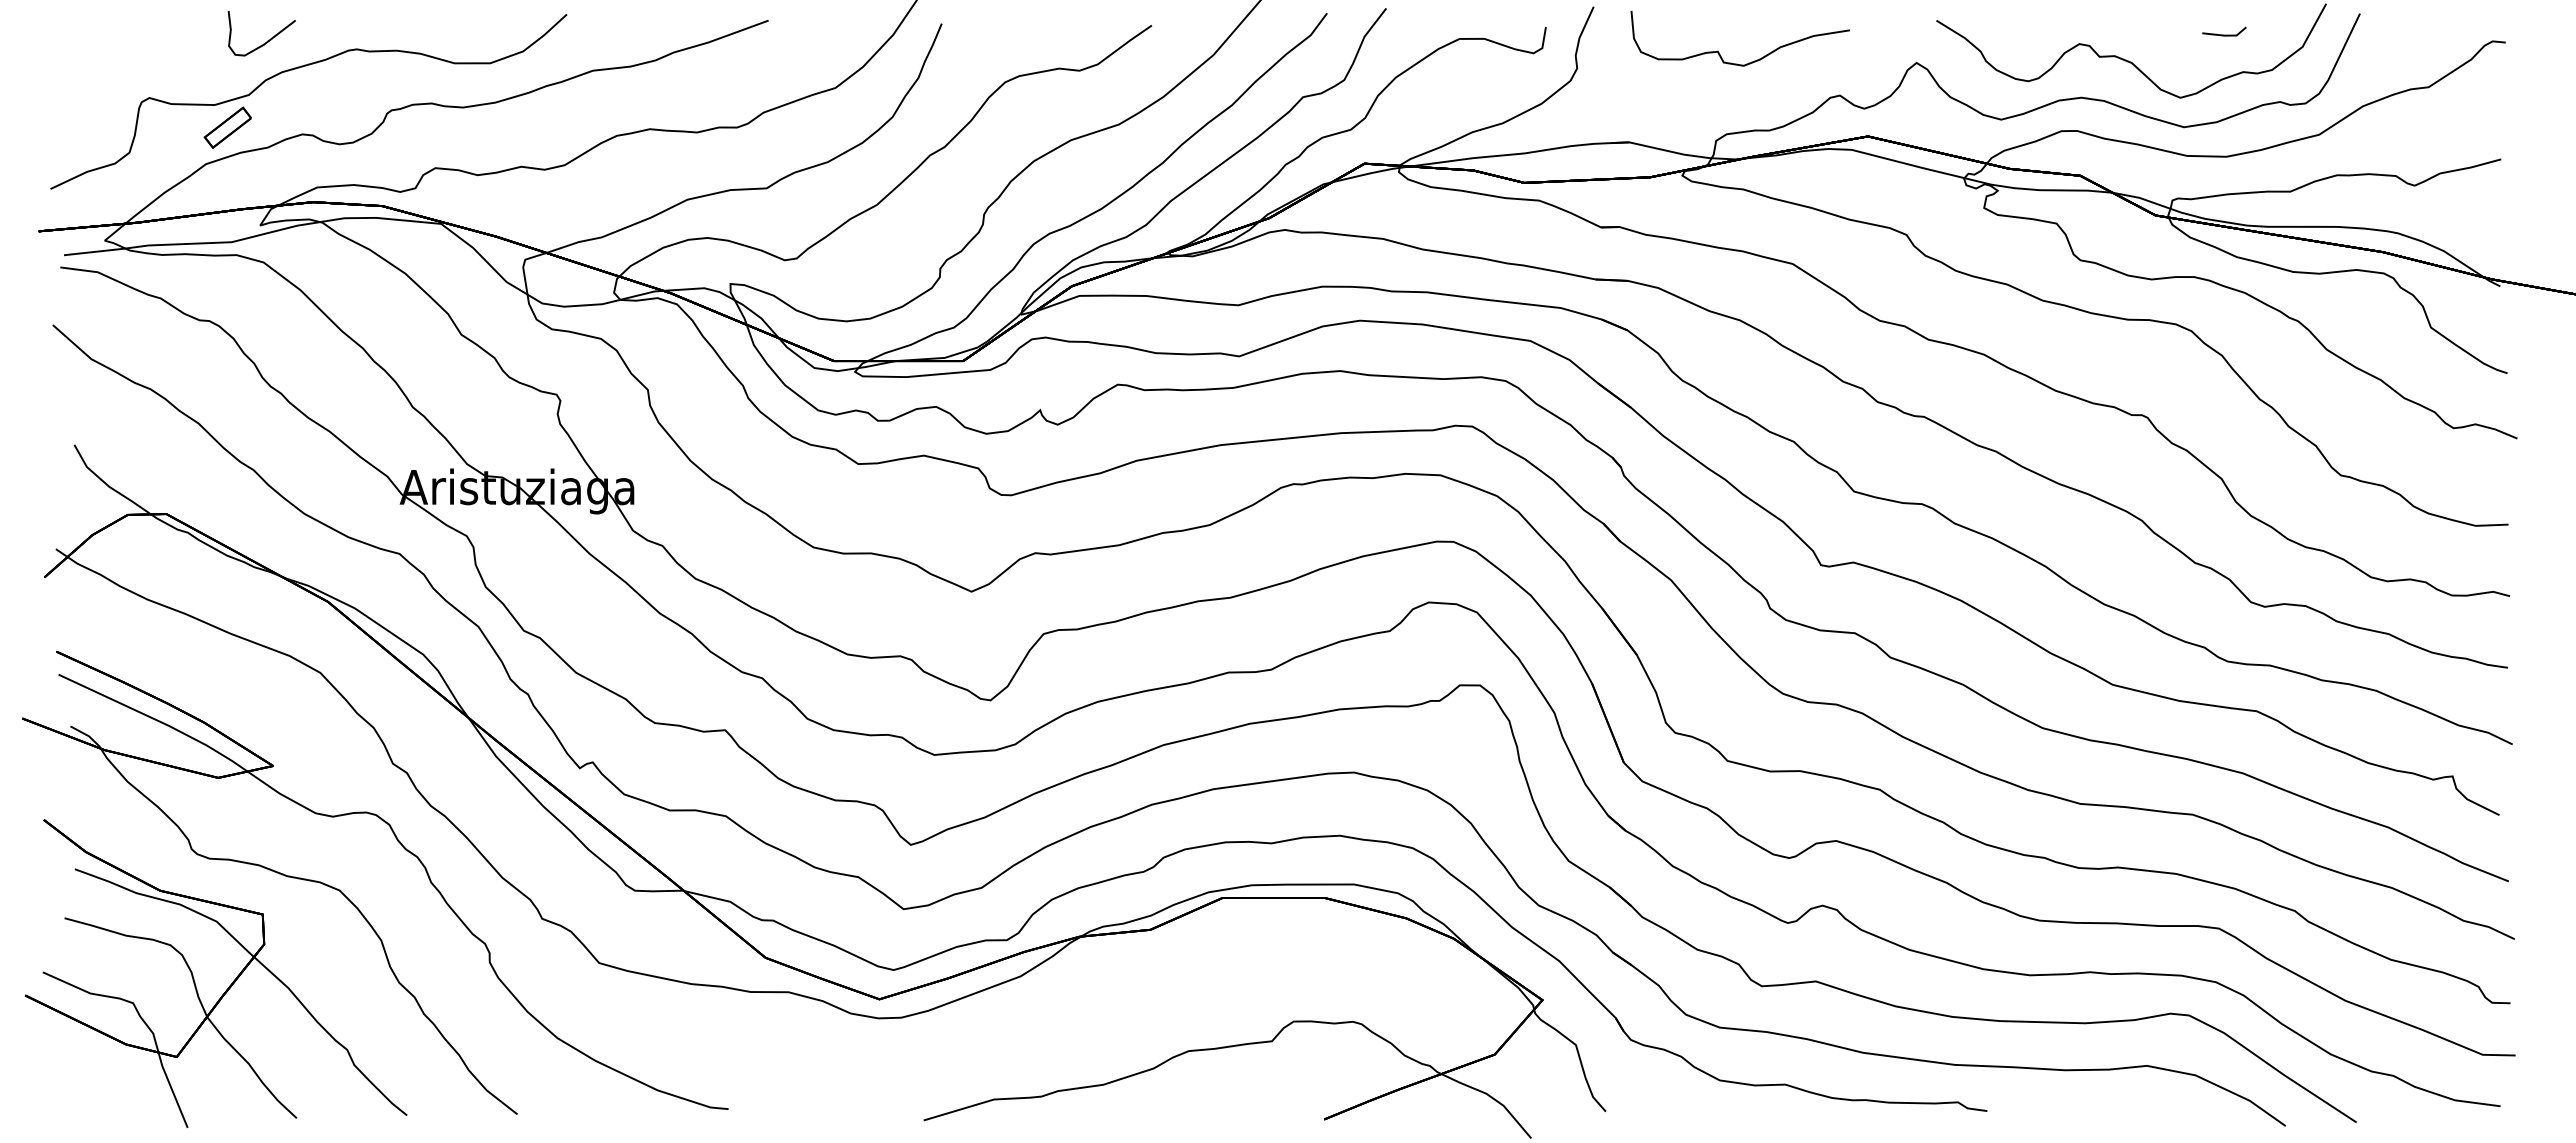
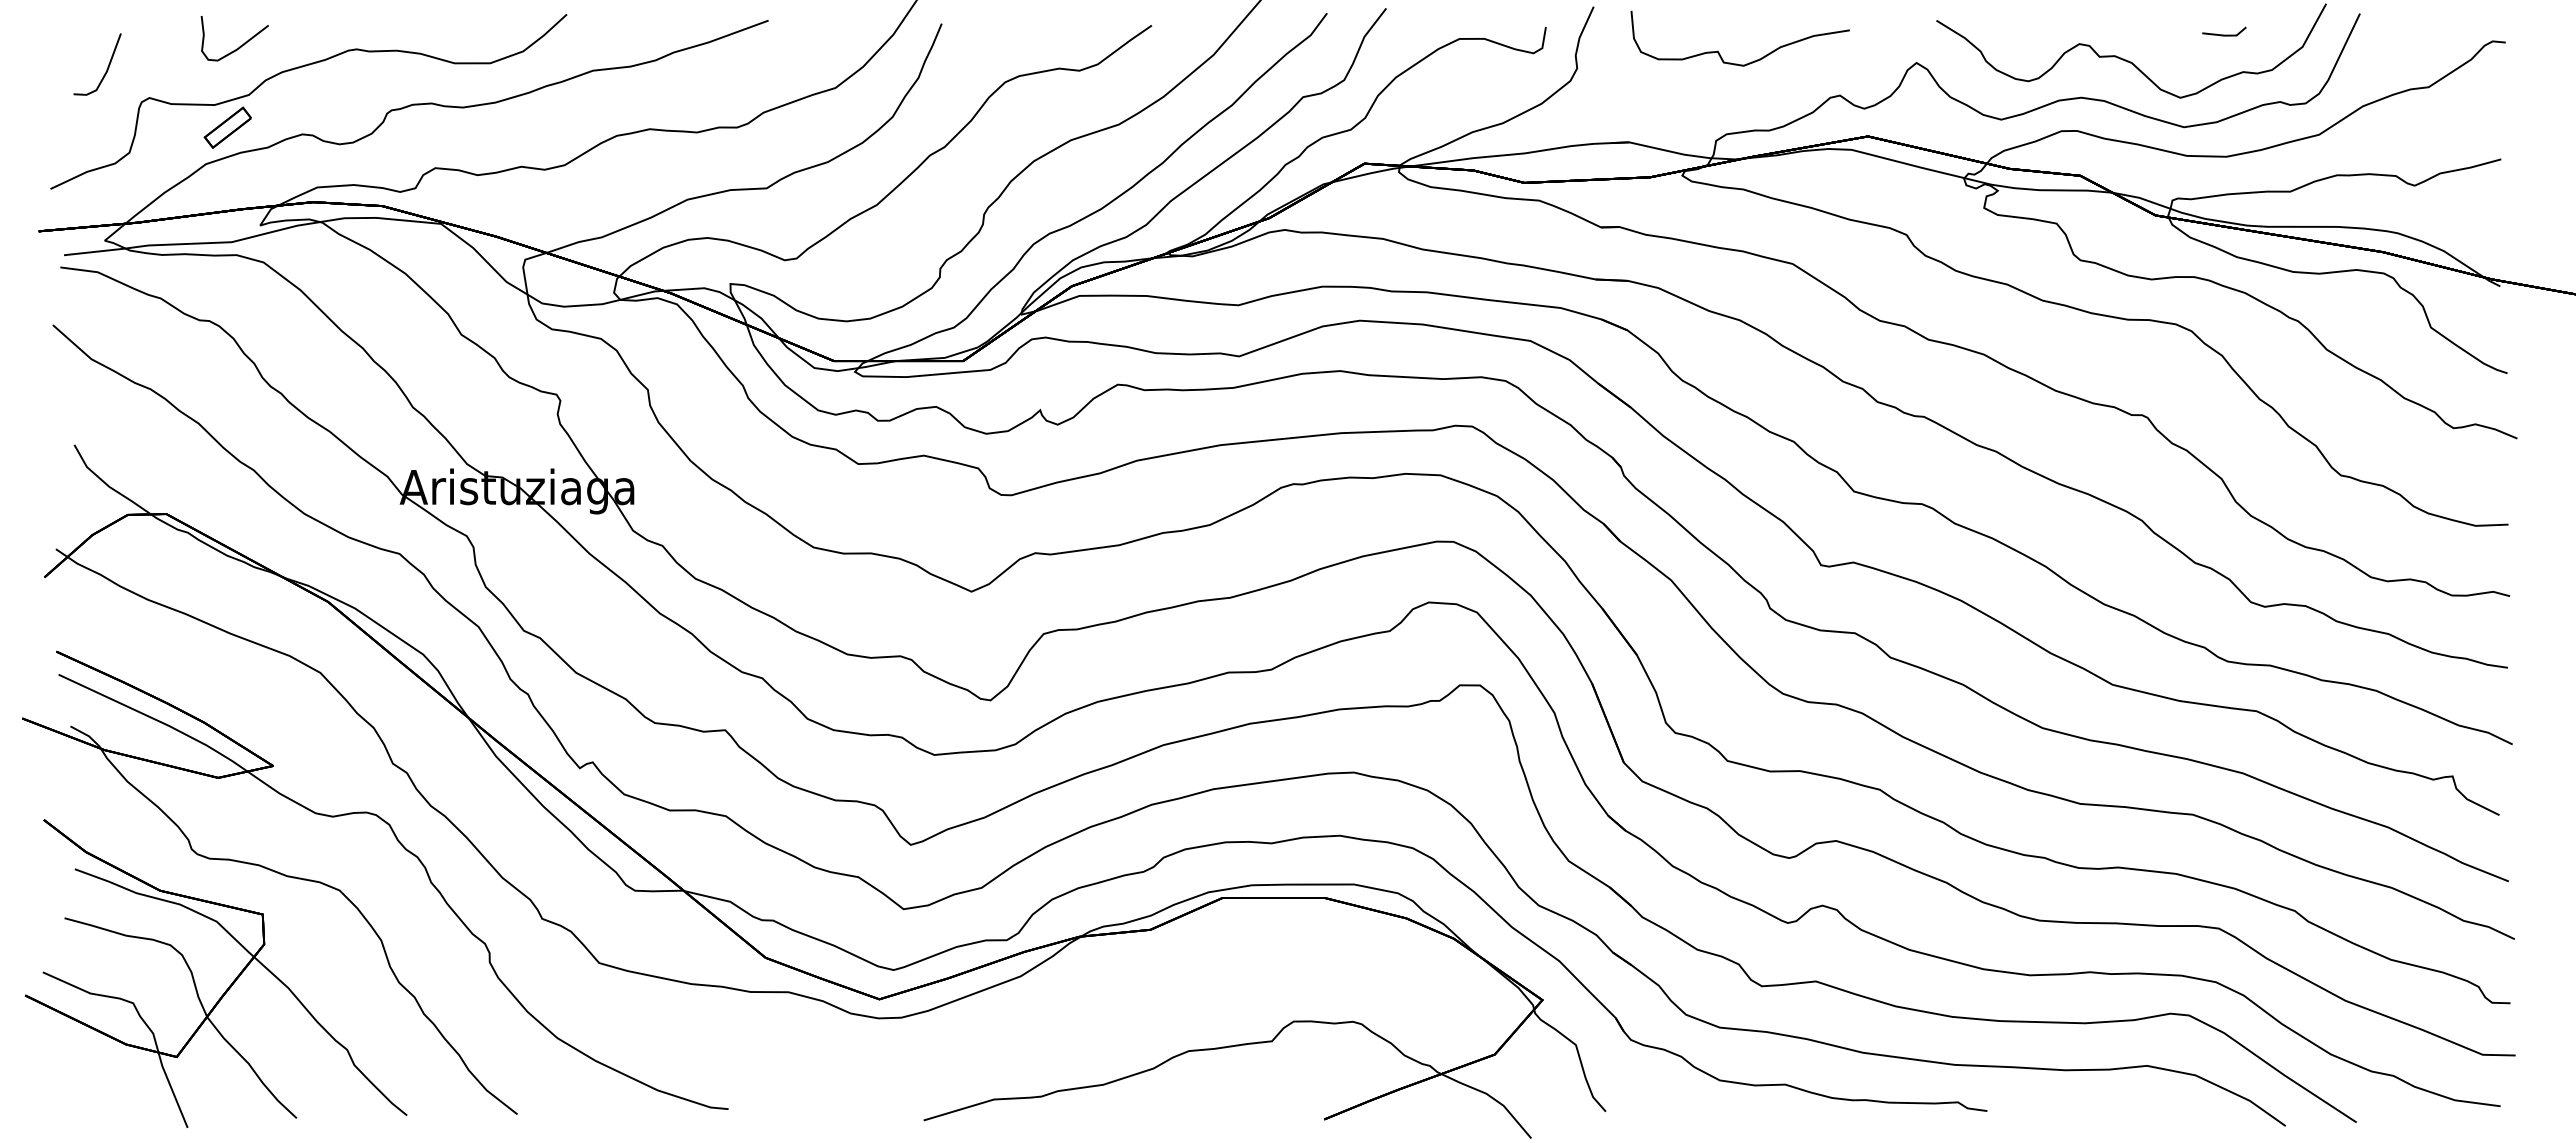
curve at (267, 40) position: (267, 40) -> (240, 45)
line at (107, 66): none -> present
